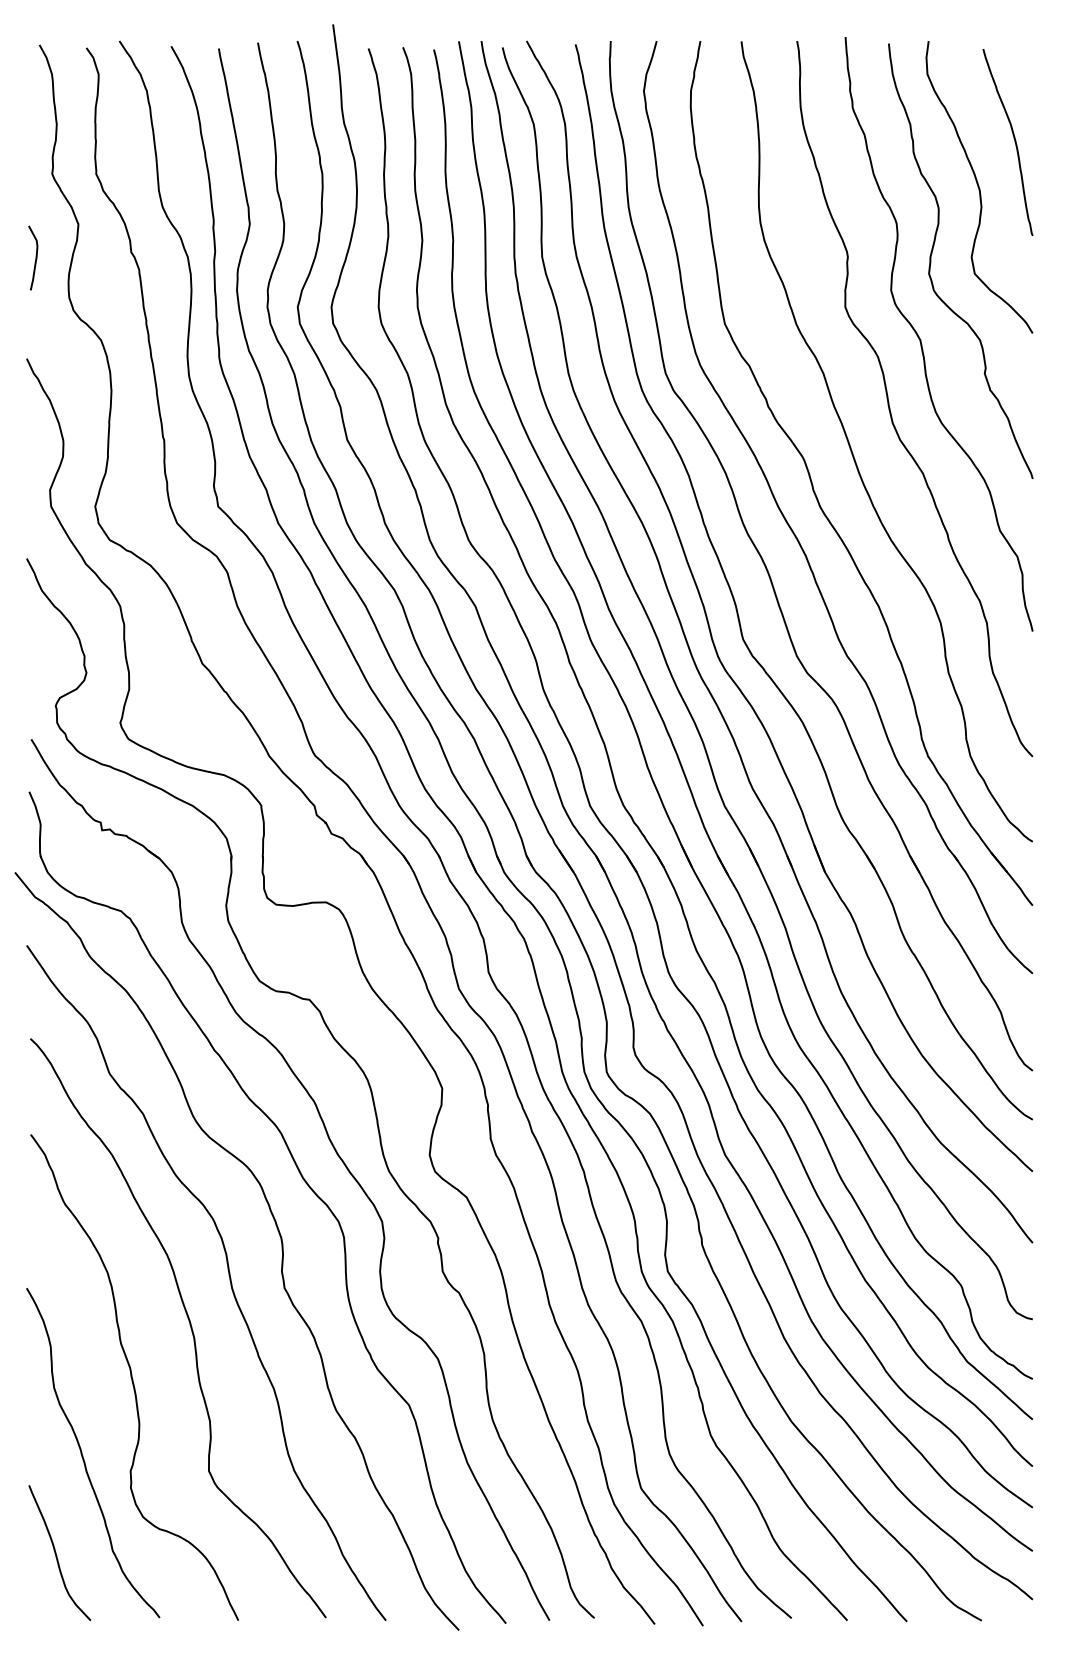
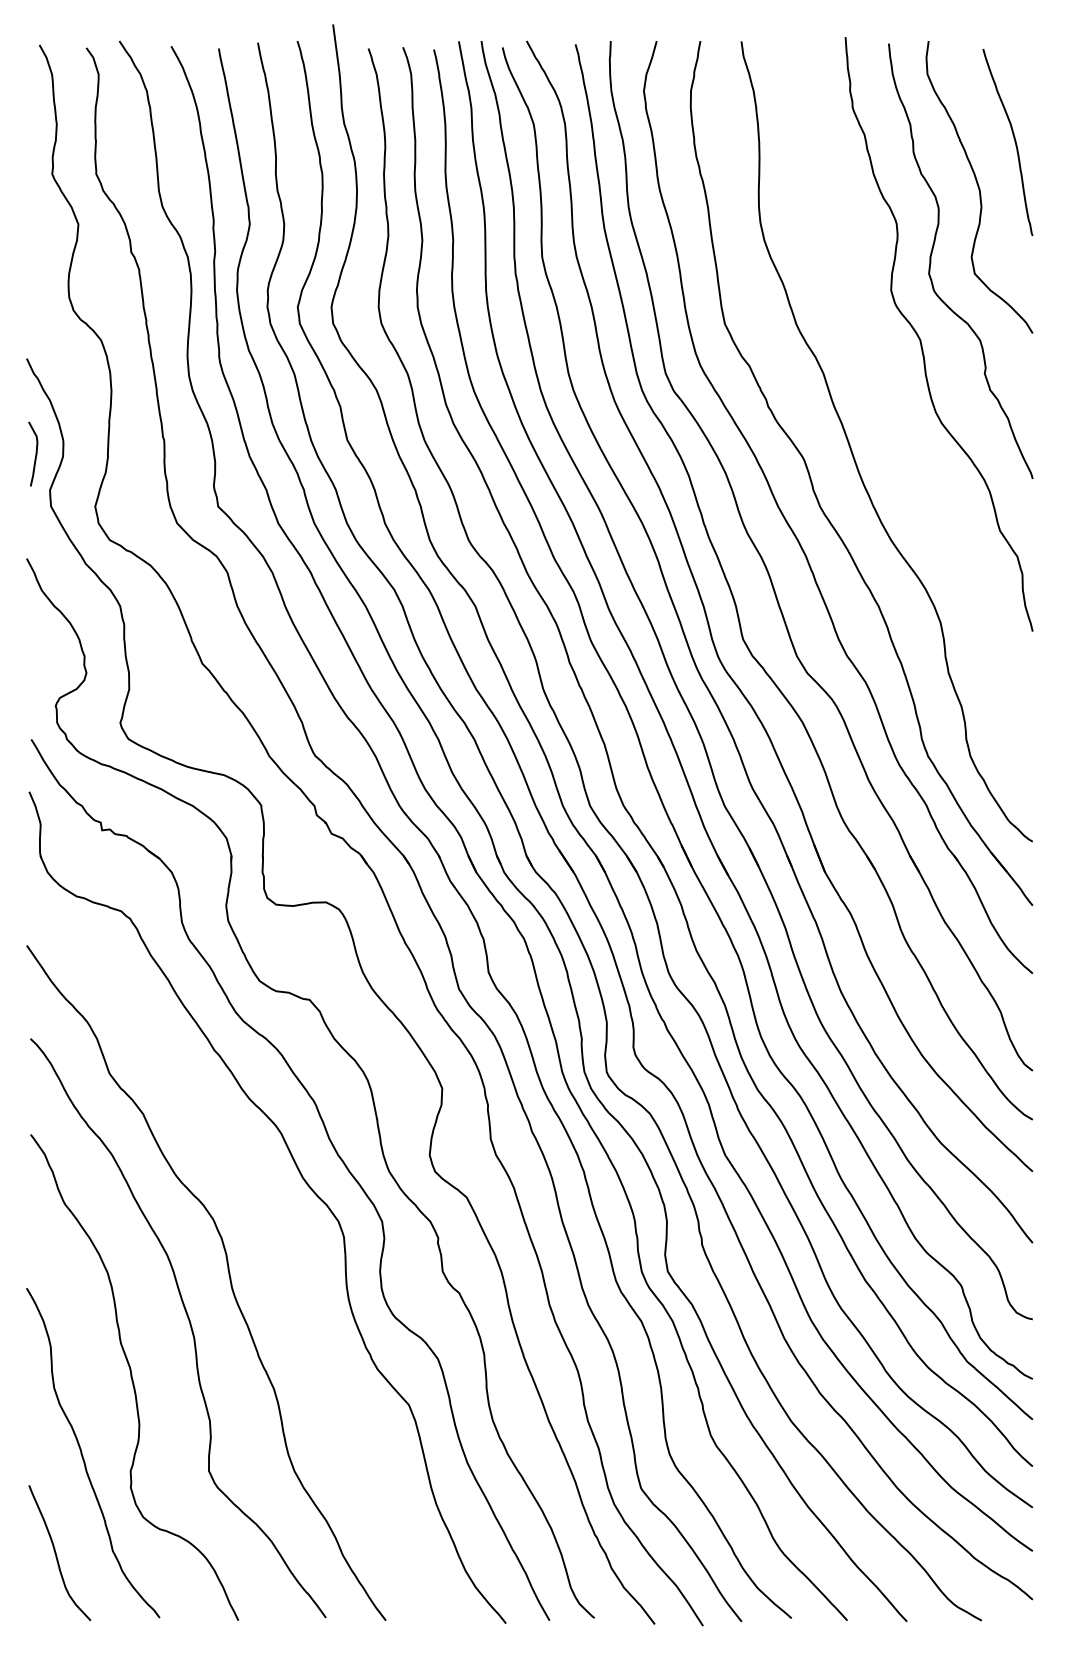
curve at (35, 257) position: (35, 257) -> (35, 453)
curve at (889, 401): present -> none
curve at (281, 1250): present -> none
